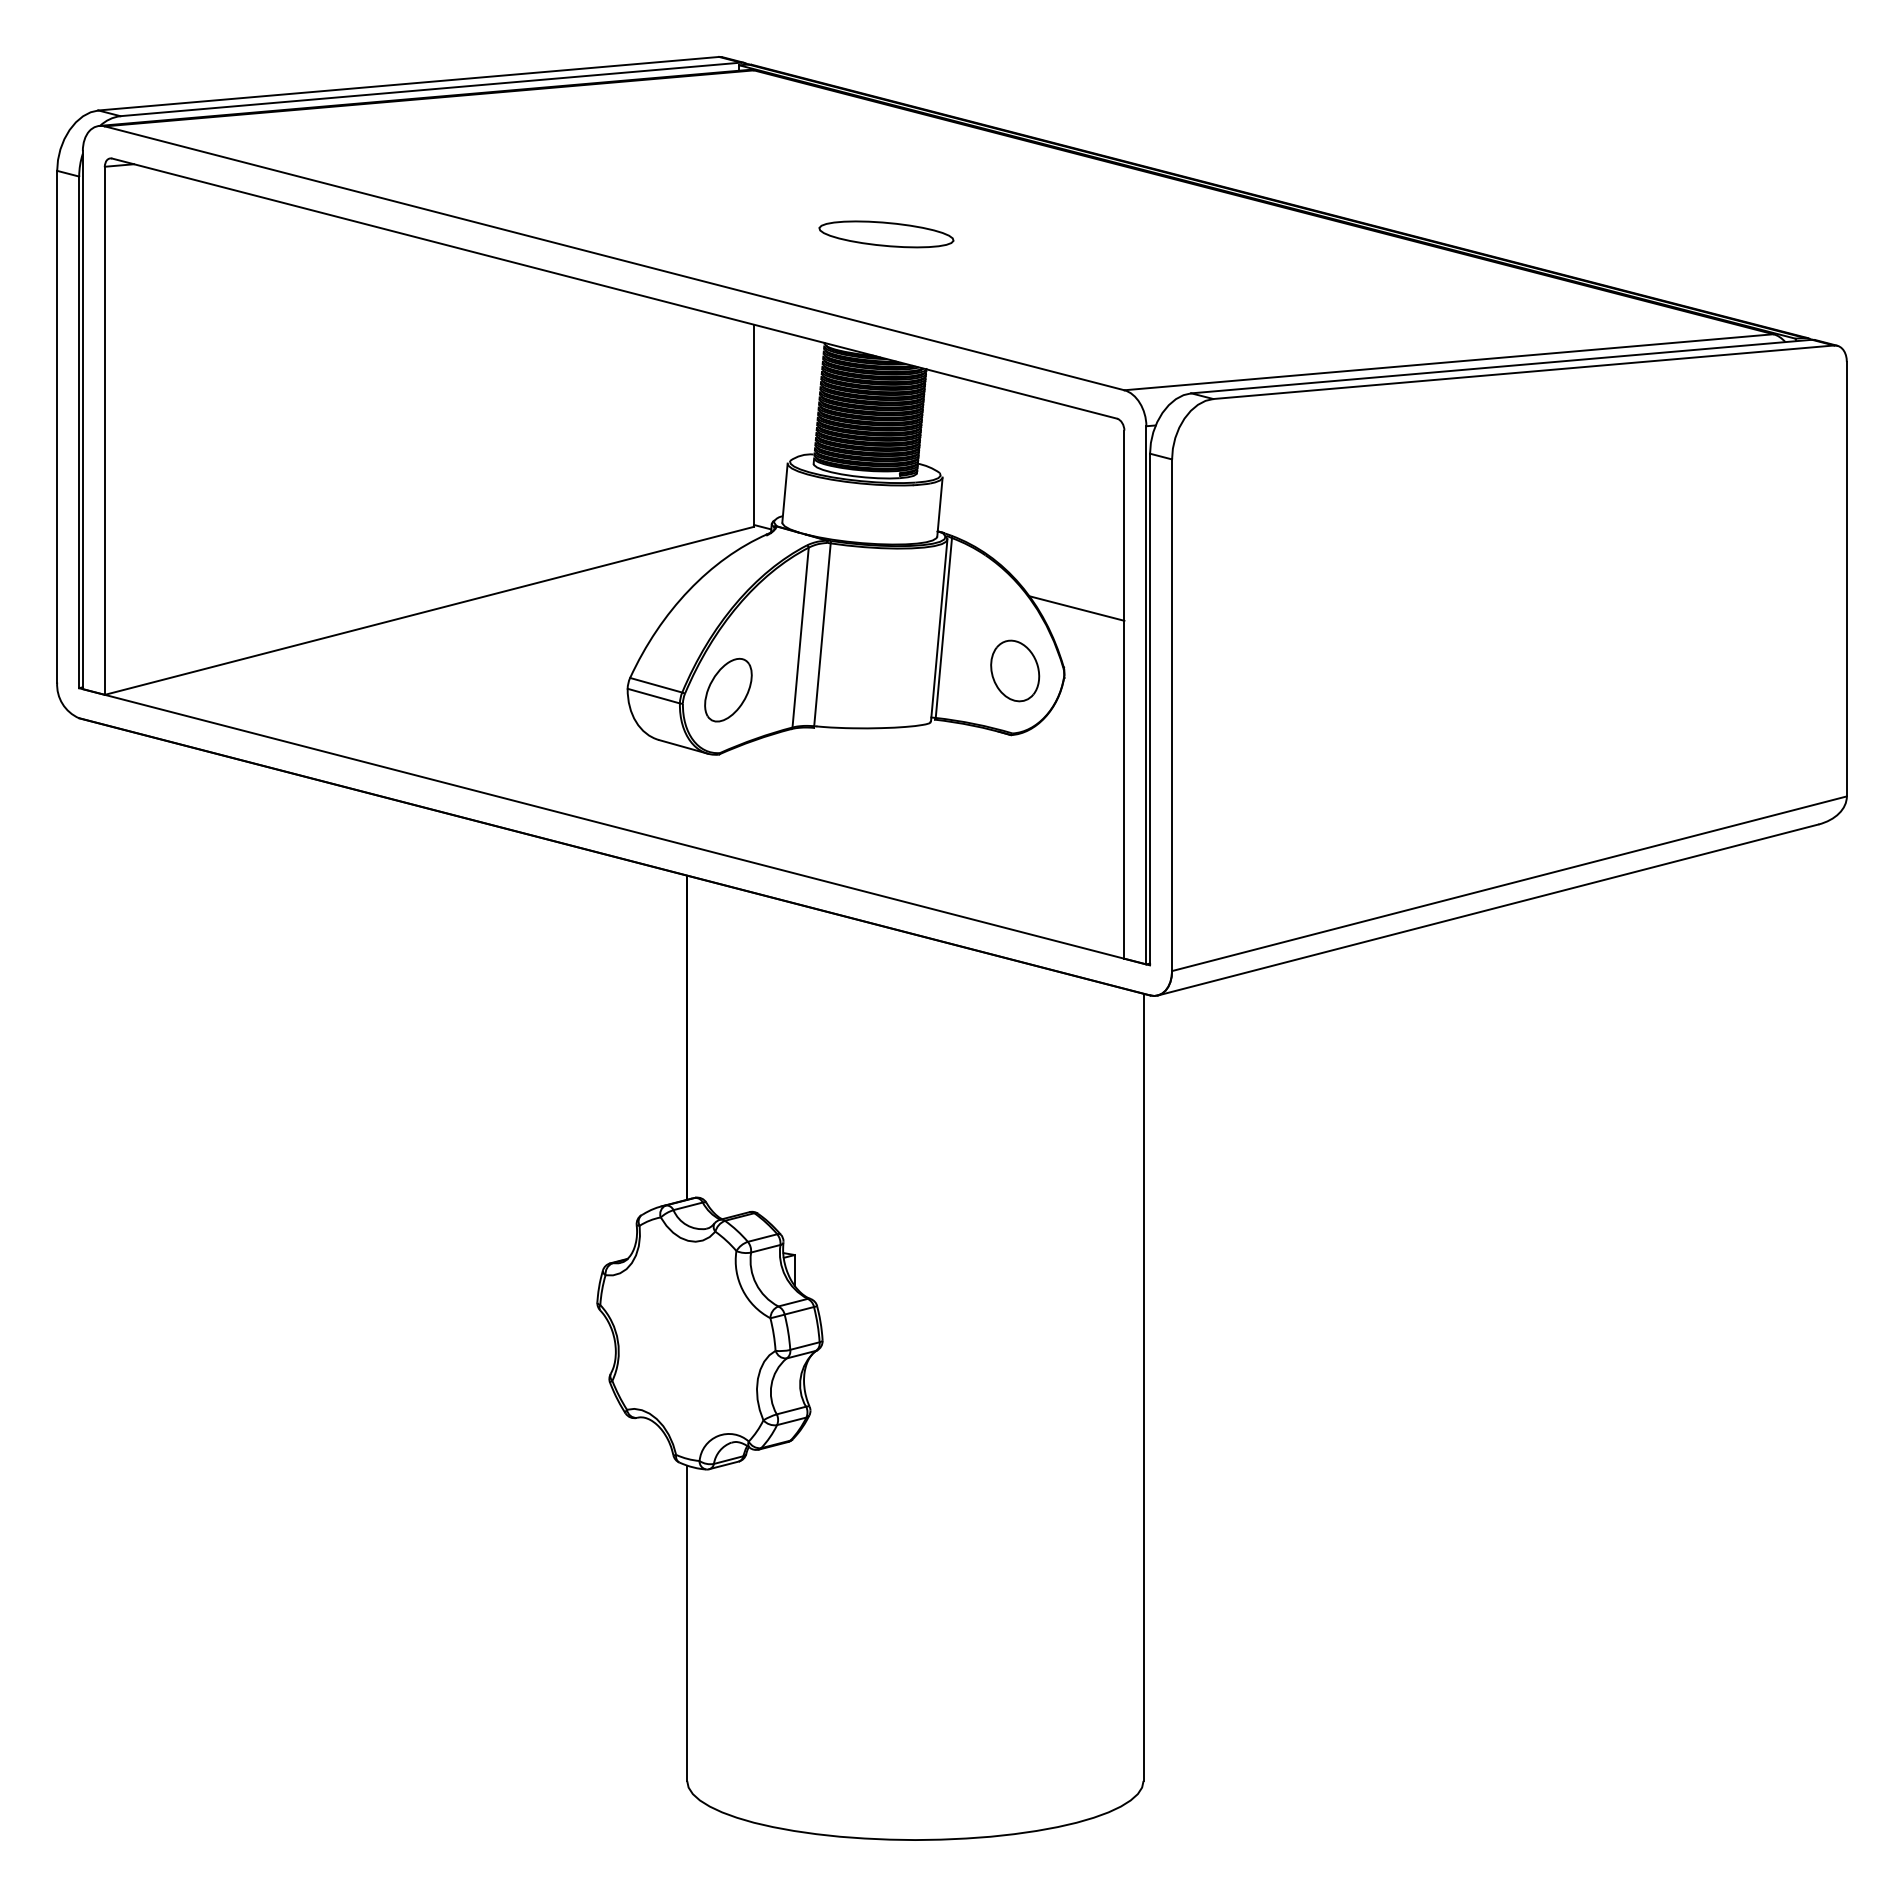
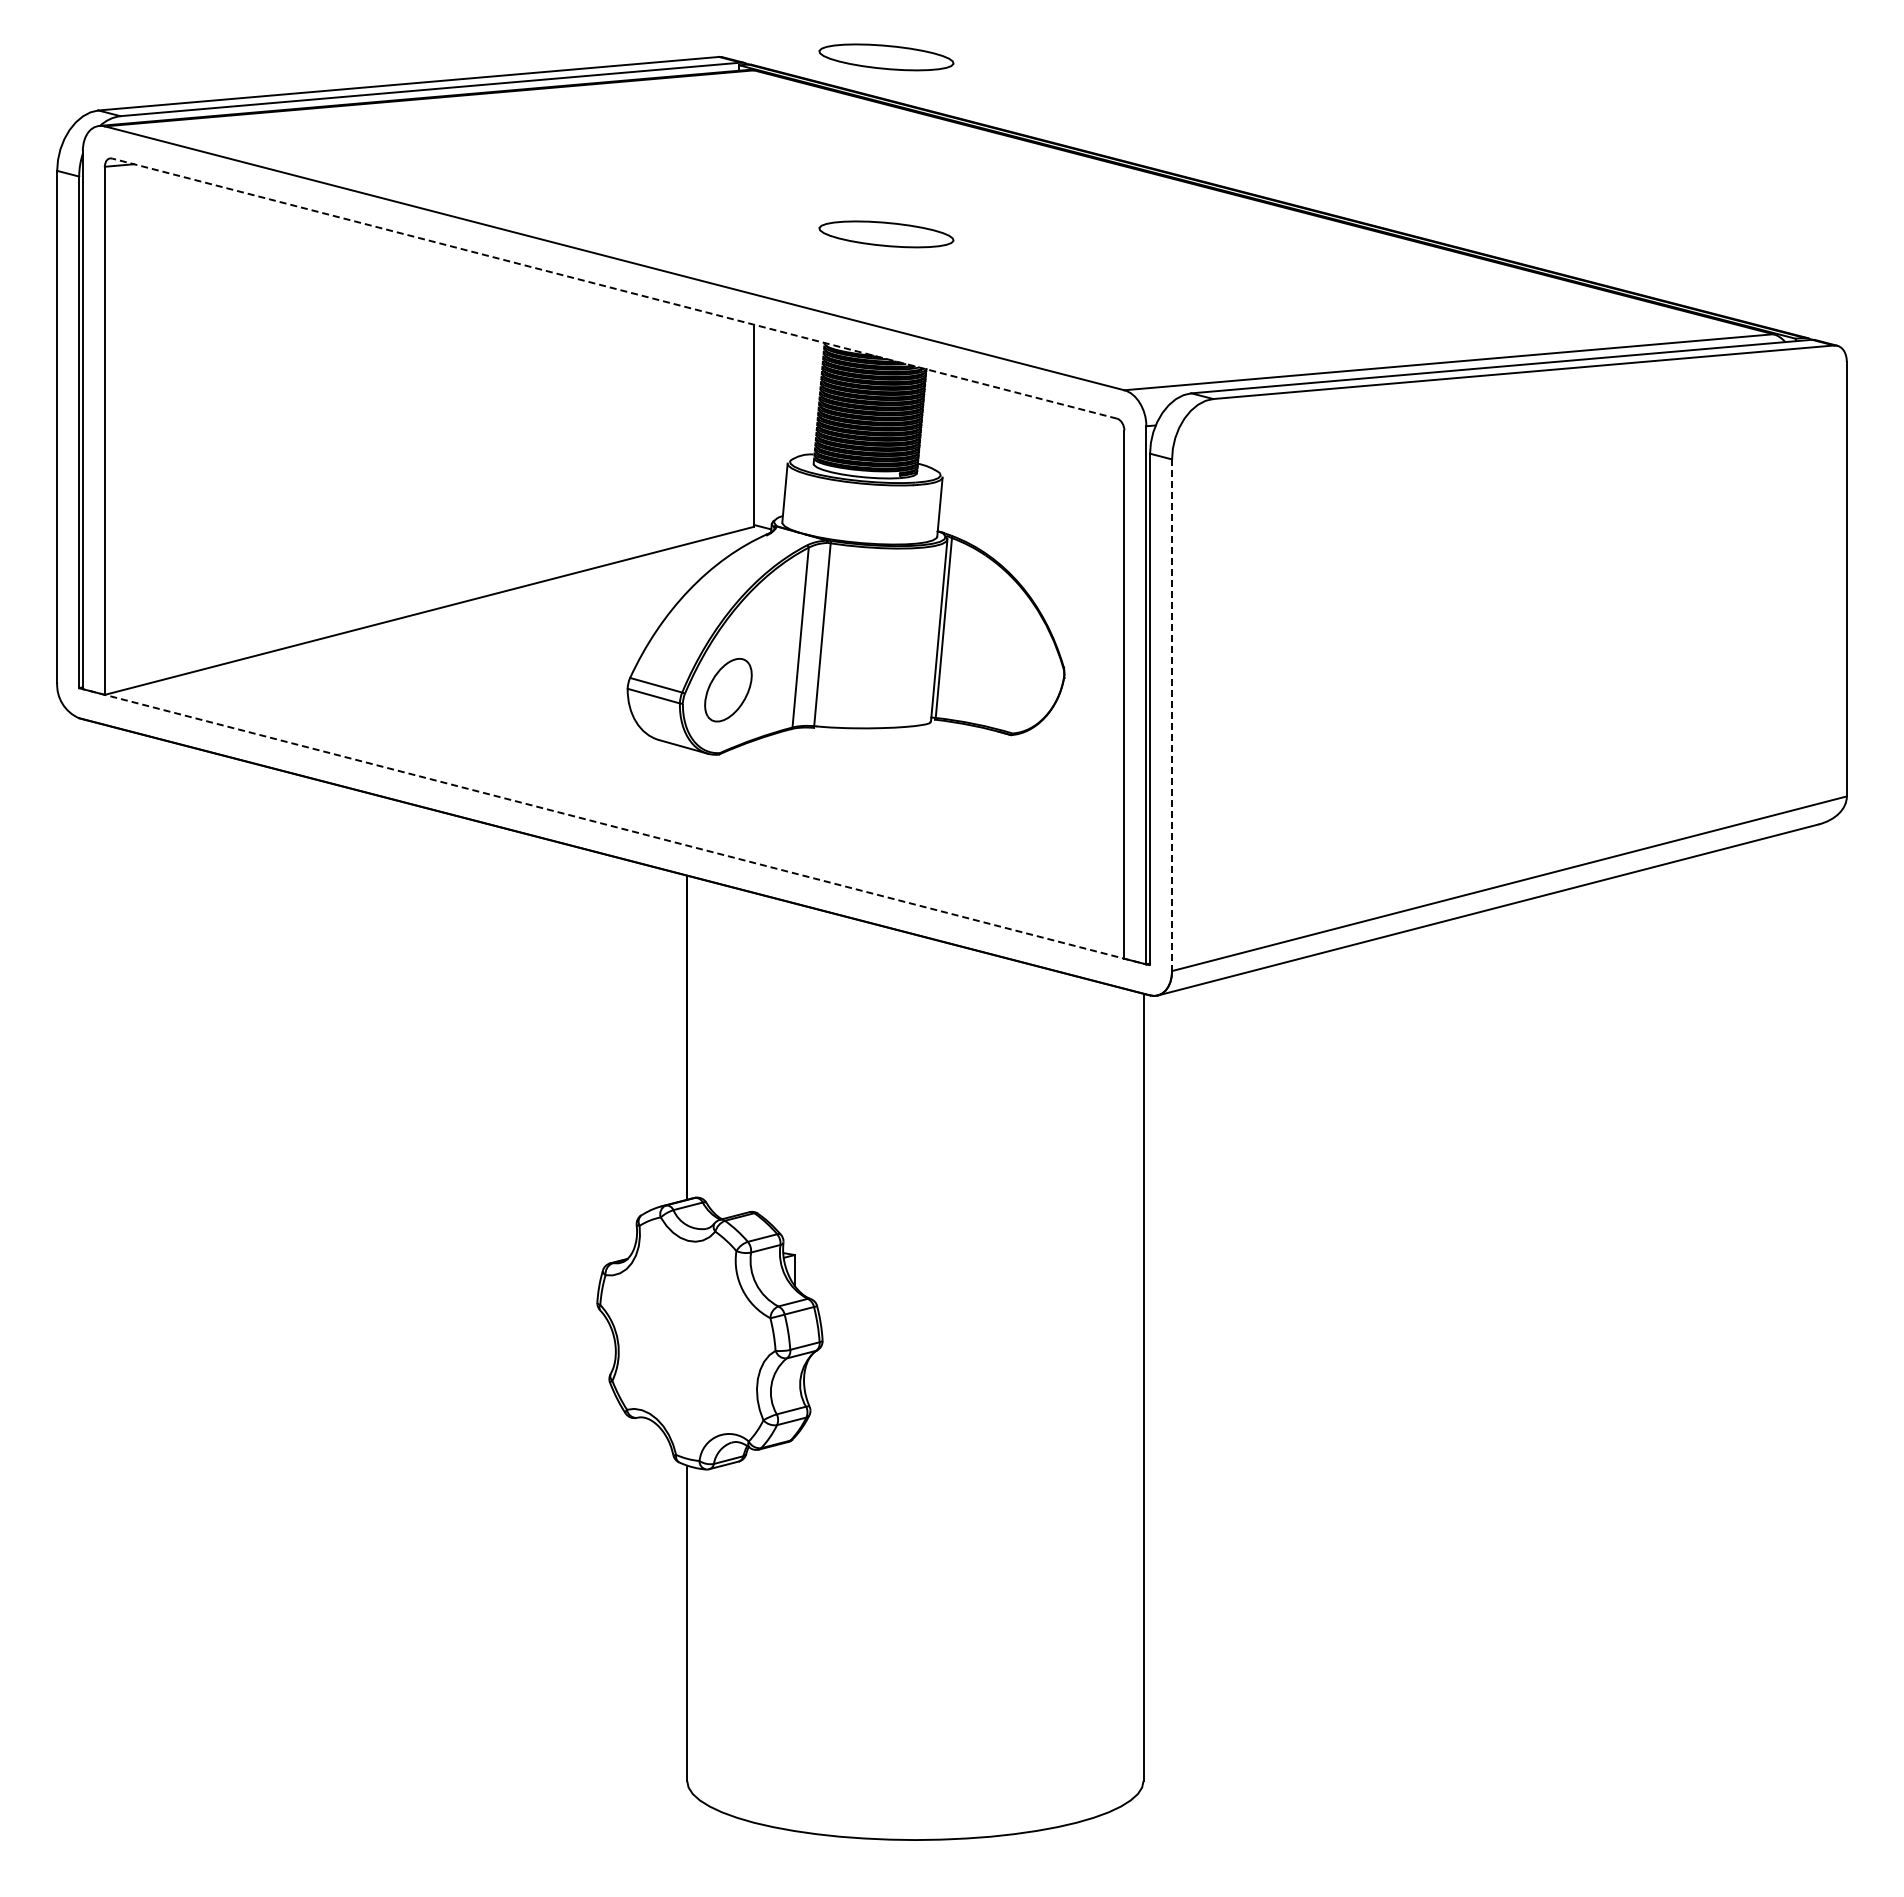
part at (886, 57): none -> present
line at (614, 288): solid -> dashed
line at (1076, 608): present -> none
part at (1015, 670): present -> none
line at (1172, 715): solid -> dashed
line at (614, 826): solid -> dashed
